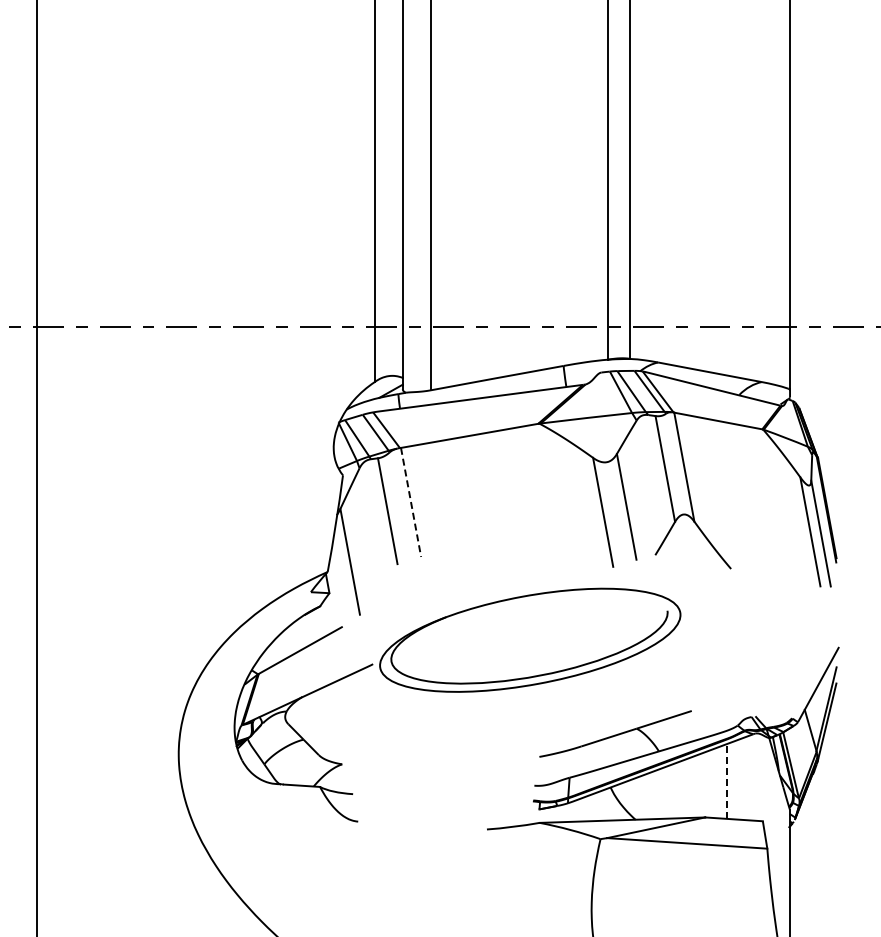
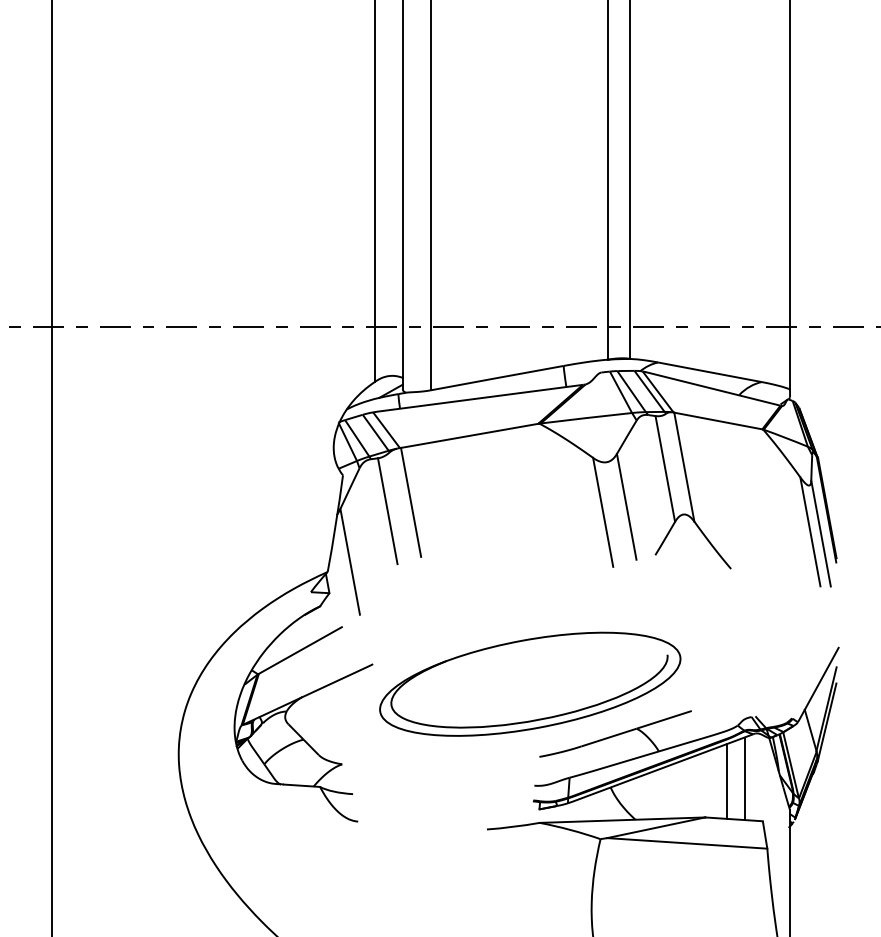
line at (37, 467) position: (37, 467) -> (52, 467)
line at (411, 502): dashed -> solid
part at (530, 639) position: (530, 639) -> (530, 683)
line at (744, 778): none -> present
line at (727, 781): dashed -> solid
